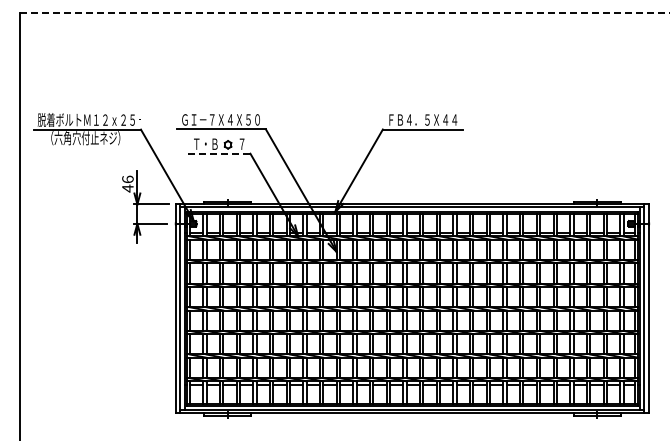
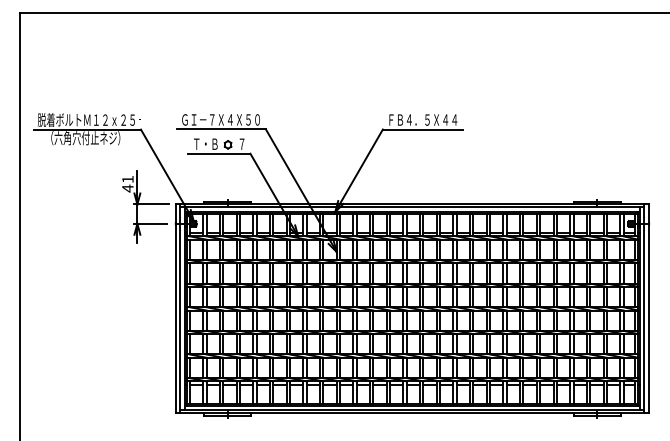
line at (344, 13): dashed -> solid
line at (219, 153): dashed -> solid
text at (127, 179): 46 -> 41
